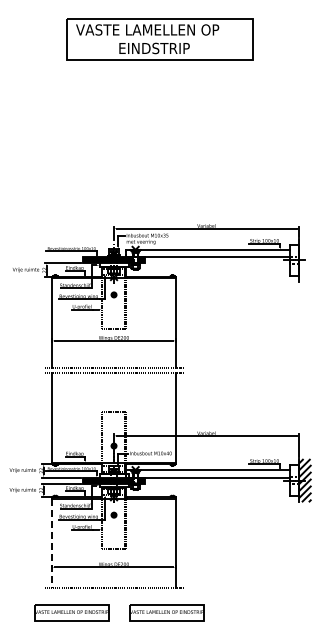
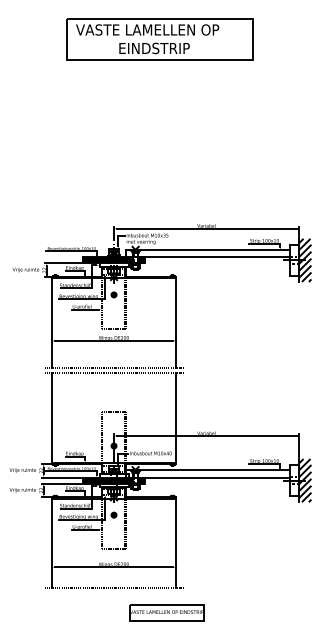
hatch at (305, 259): none -> present
line at (52, 543): dashed -> solid
part at (71, 612): present -> none
